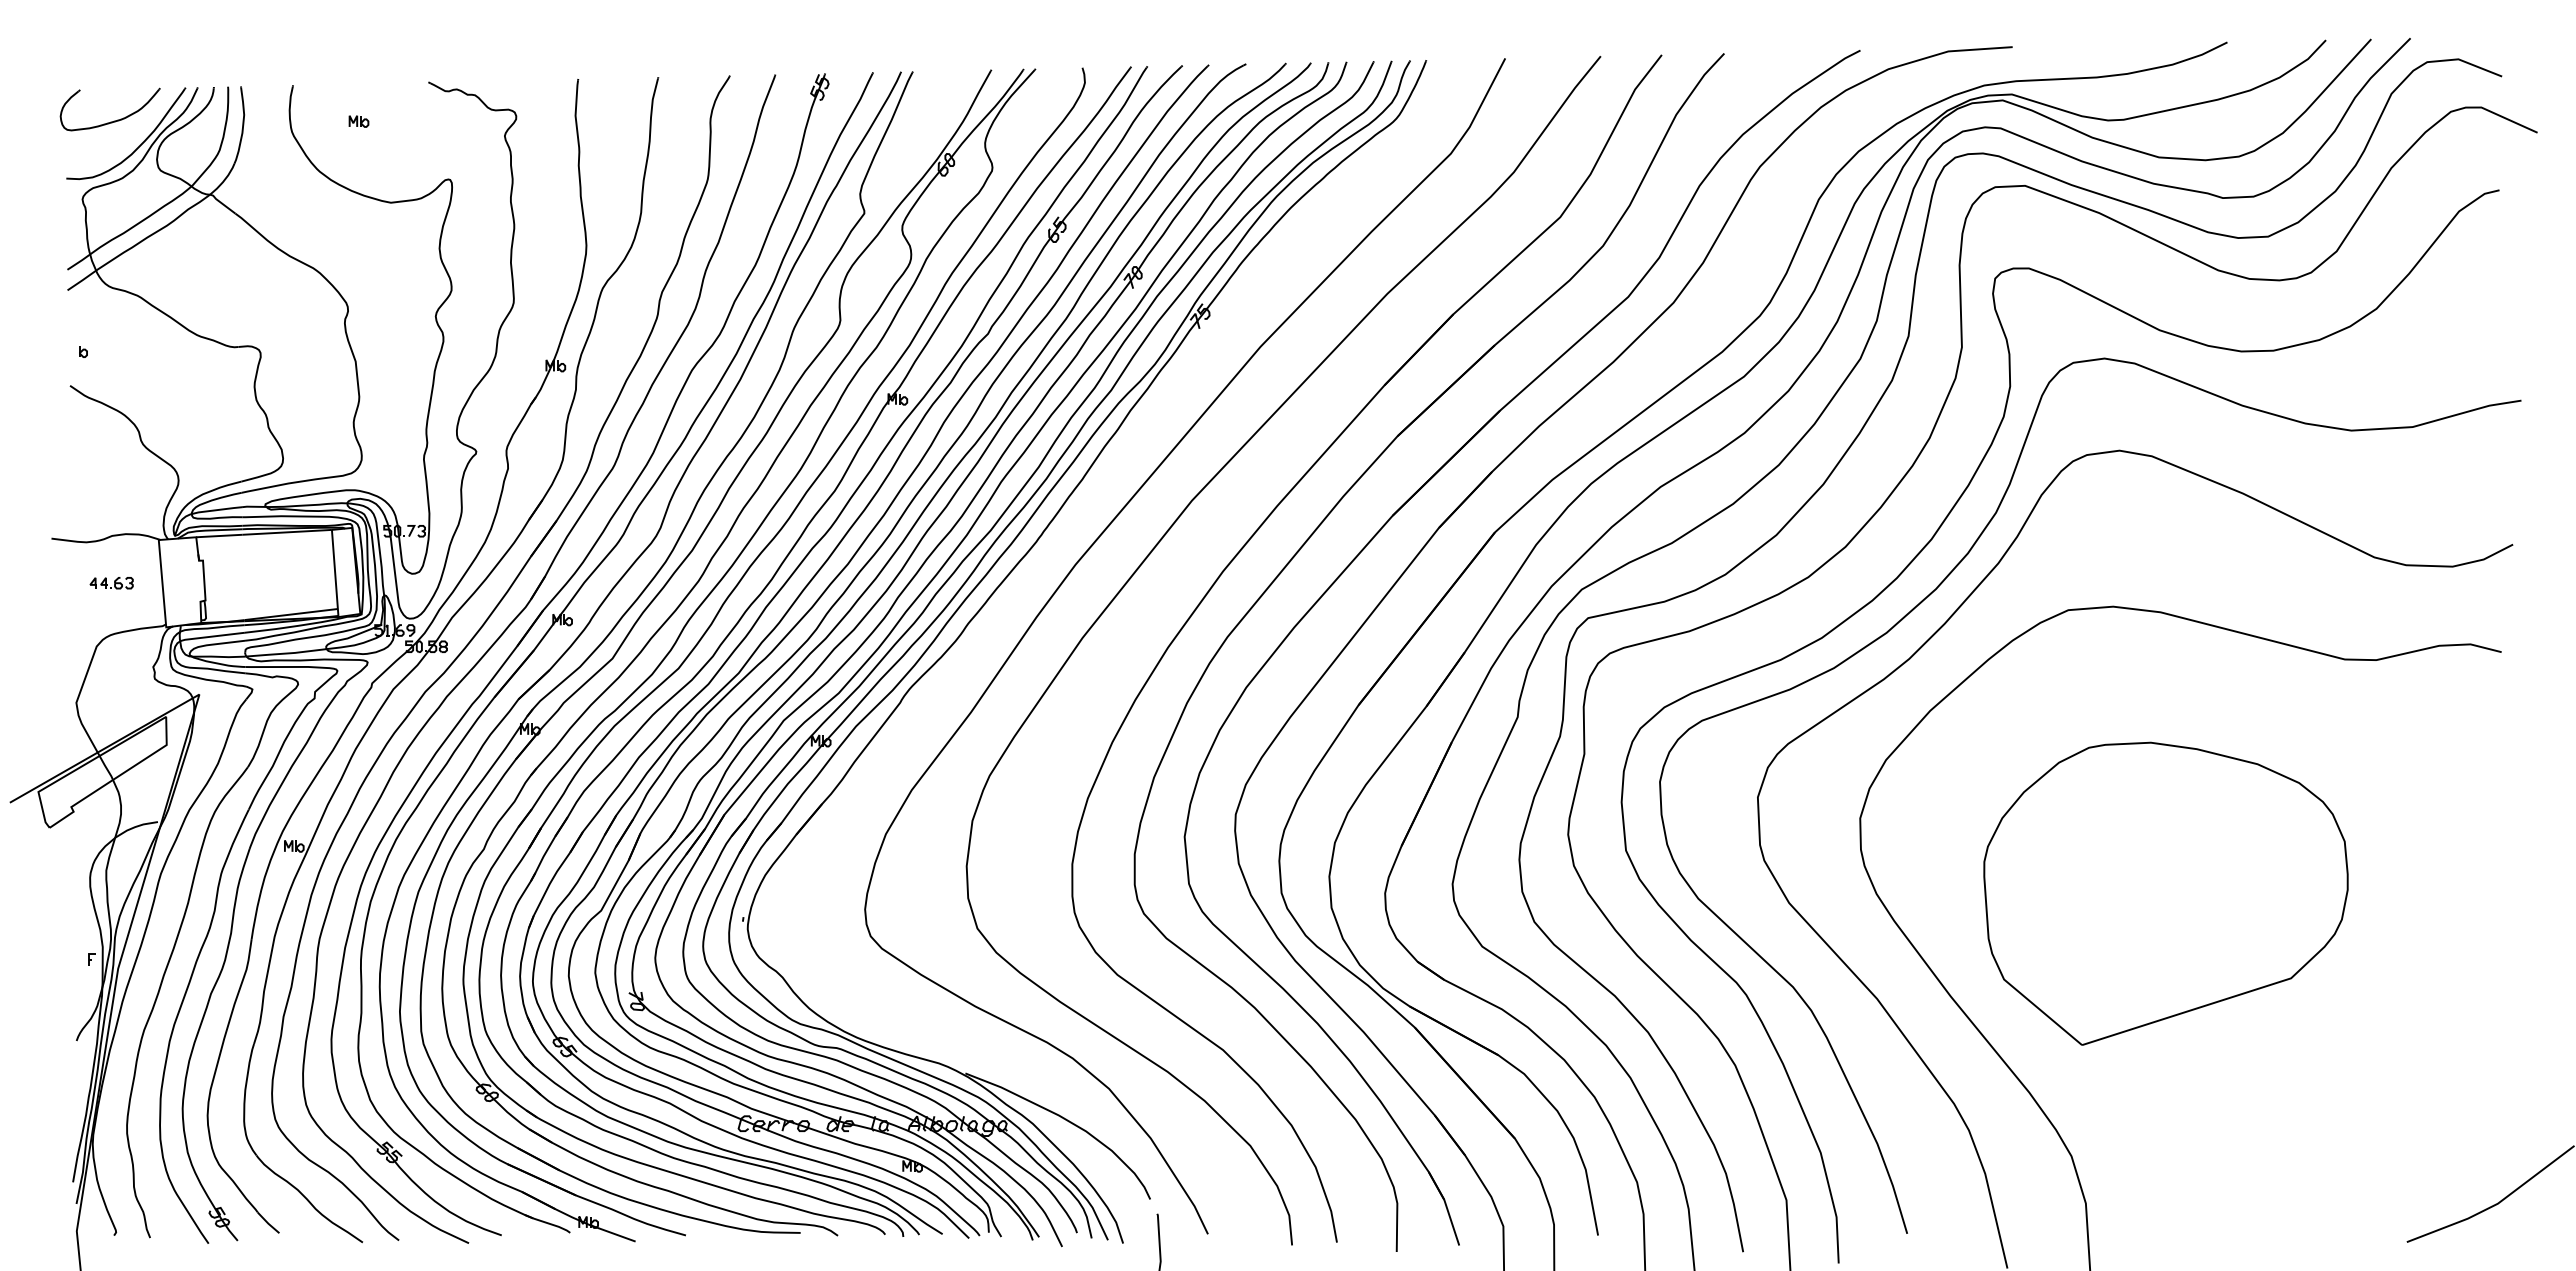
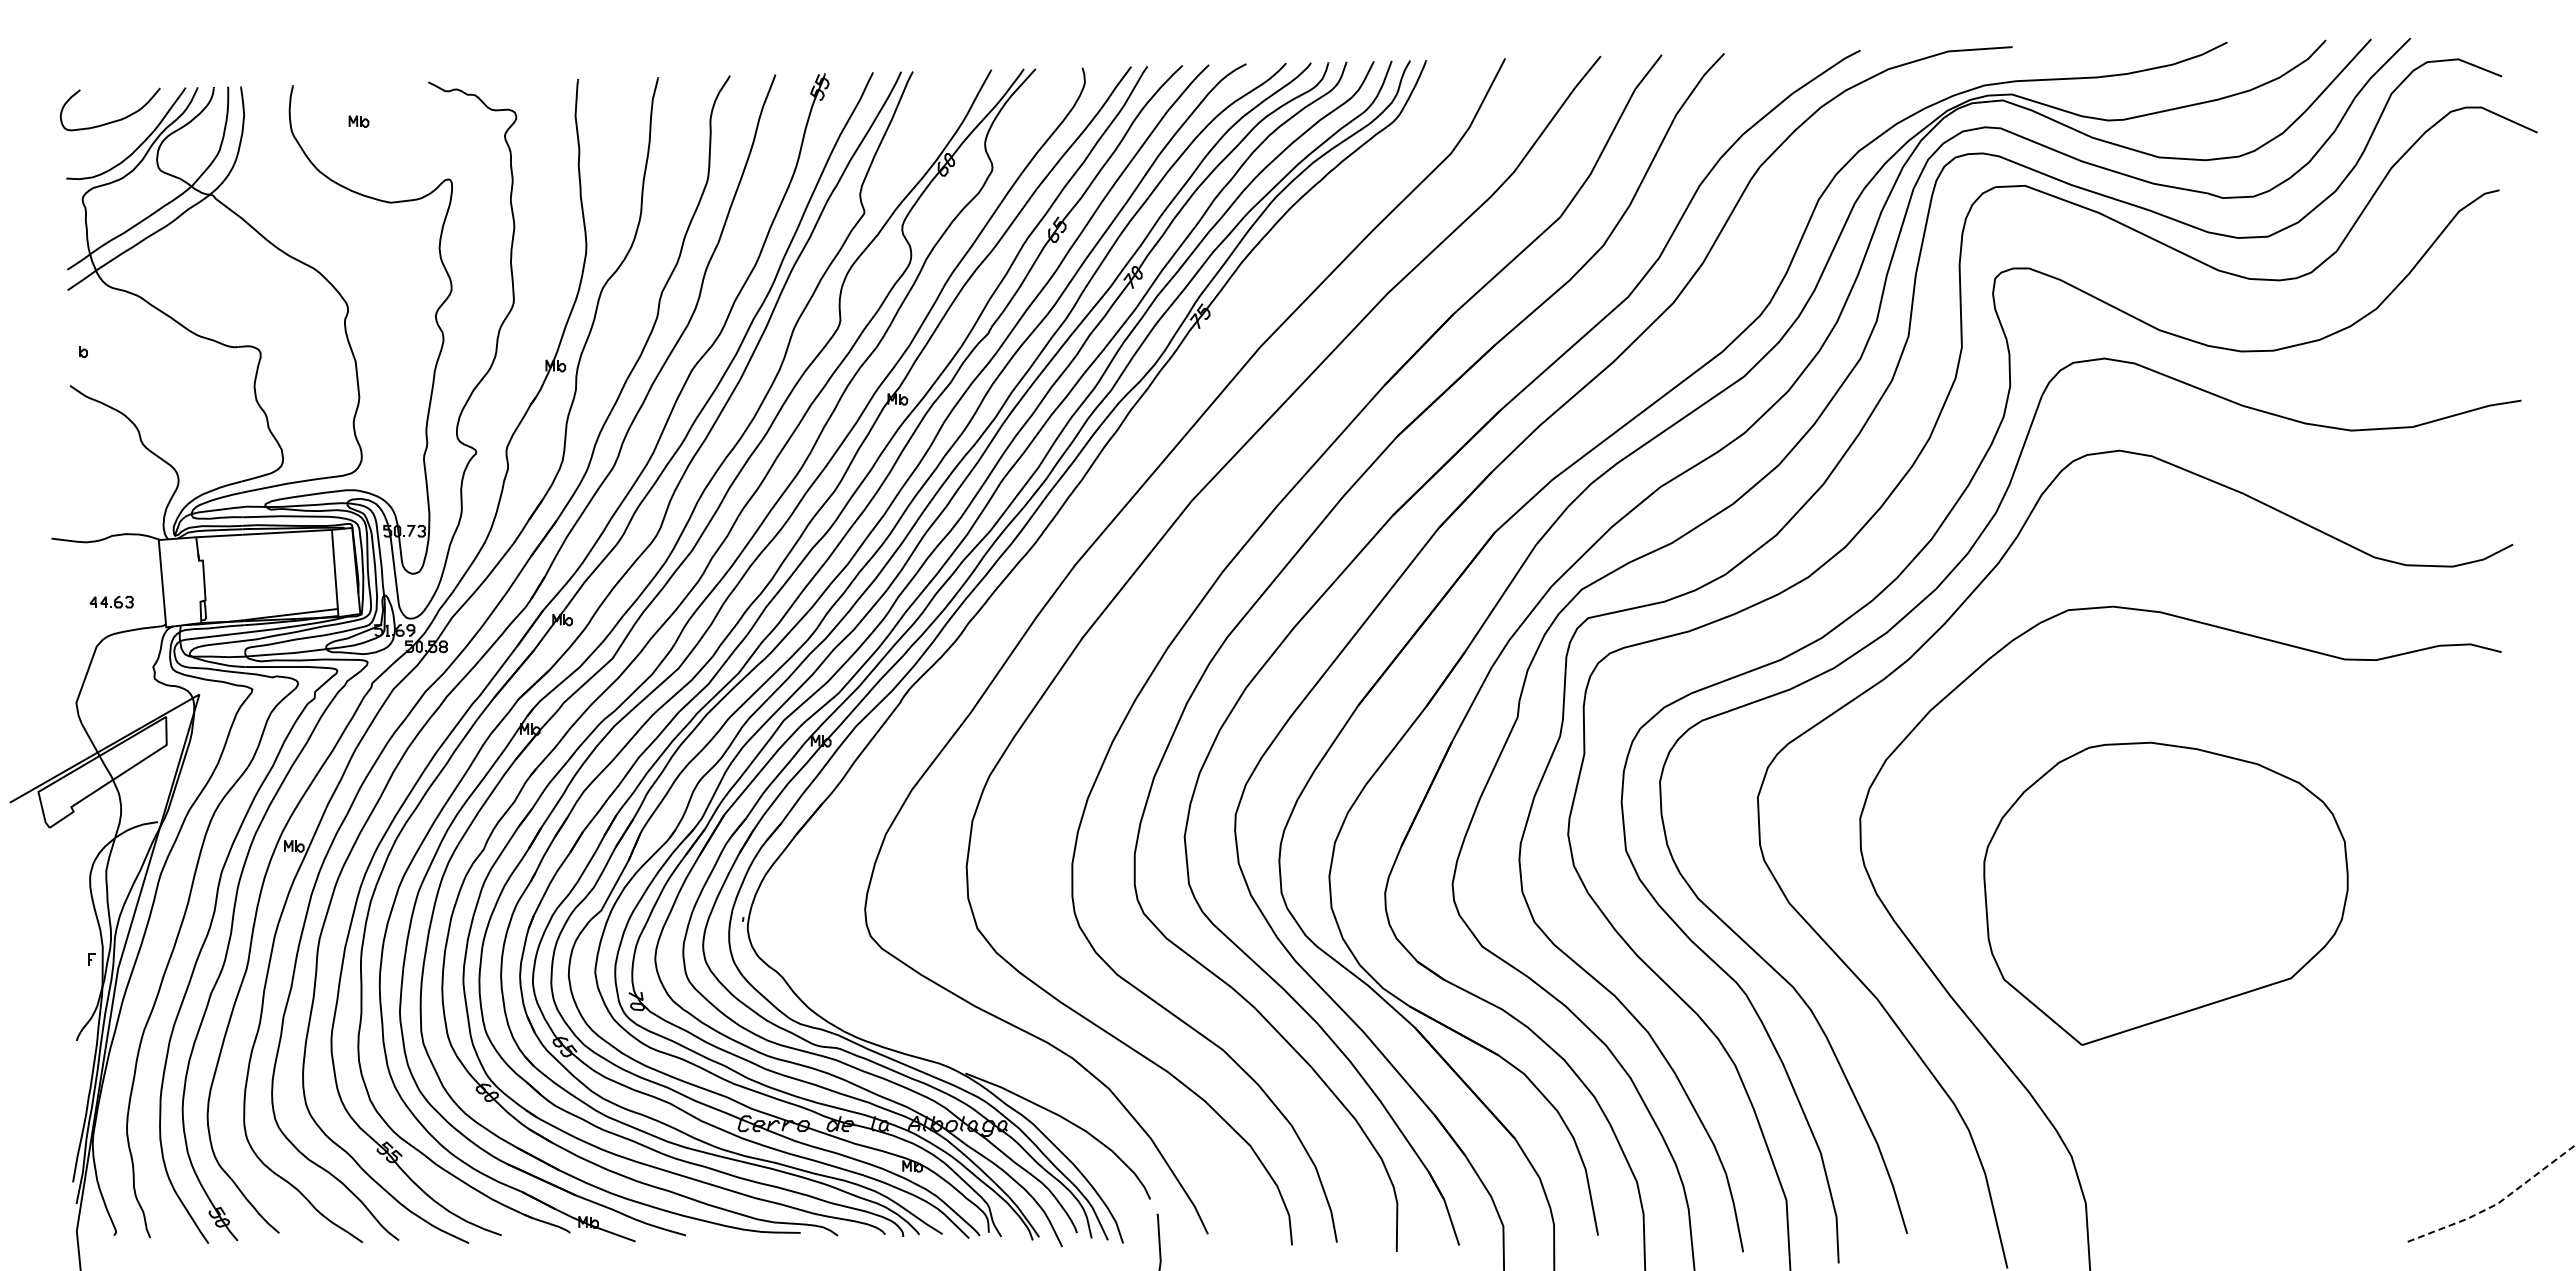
part at (111, 583) position: (111, 583) -> (111, 602)
line at (2496, 1204): solid -> dashed
